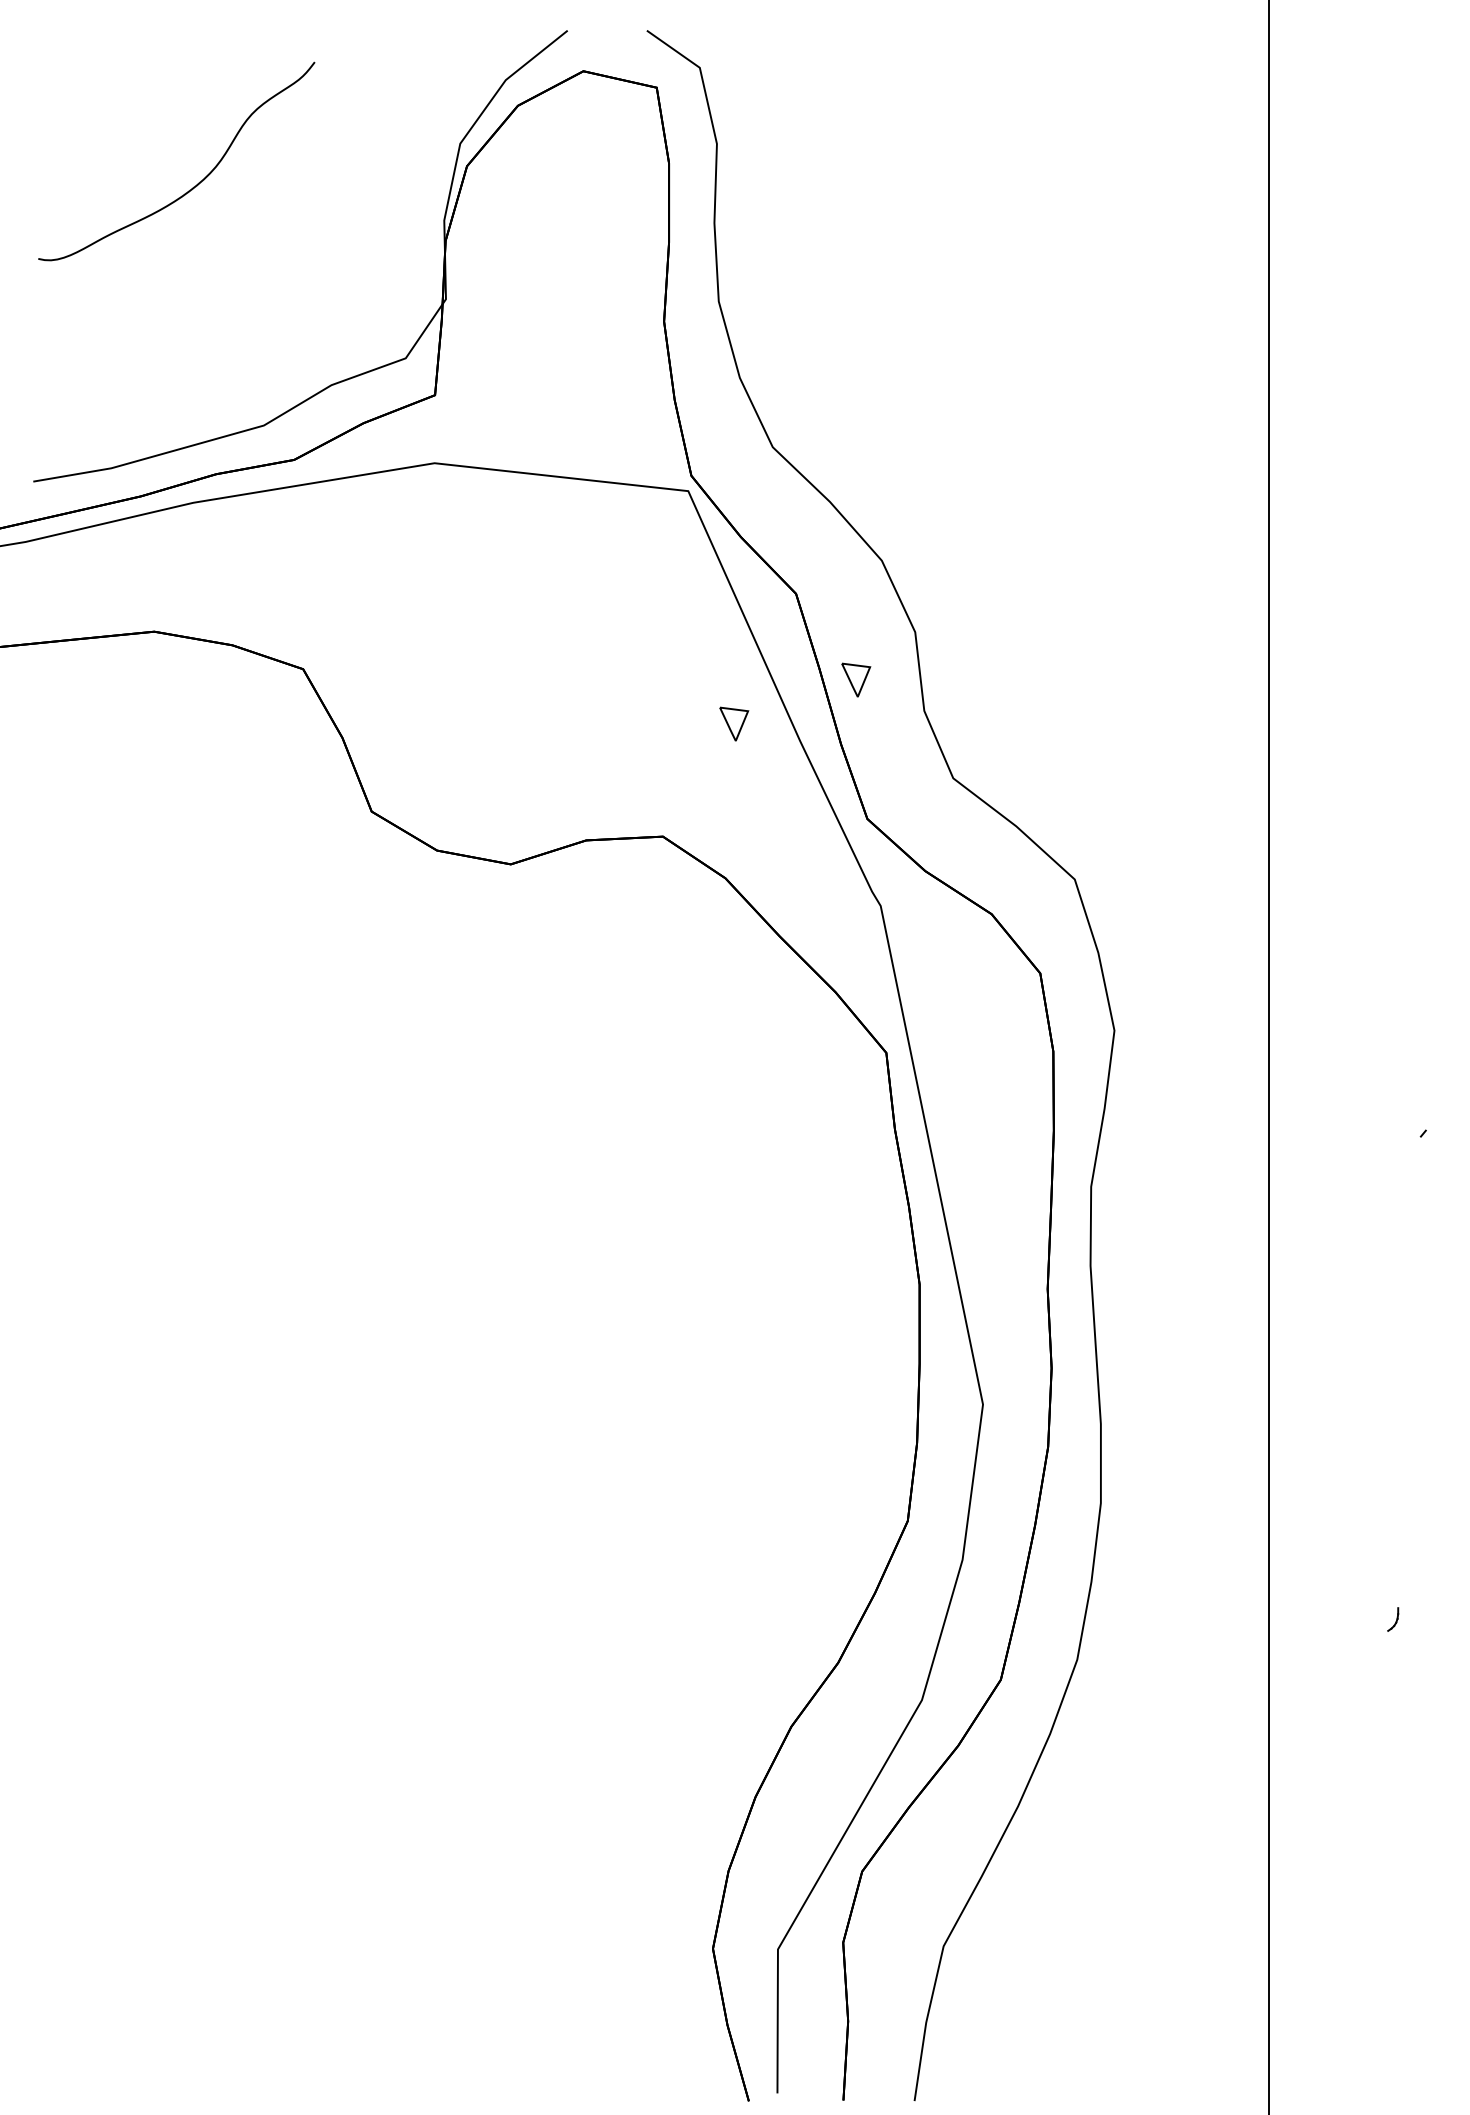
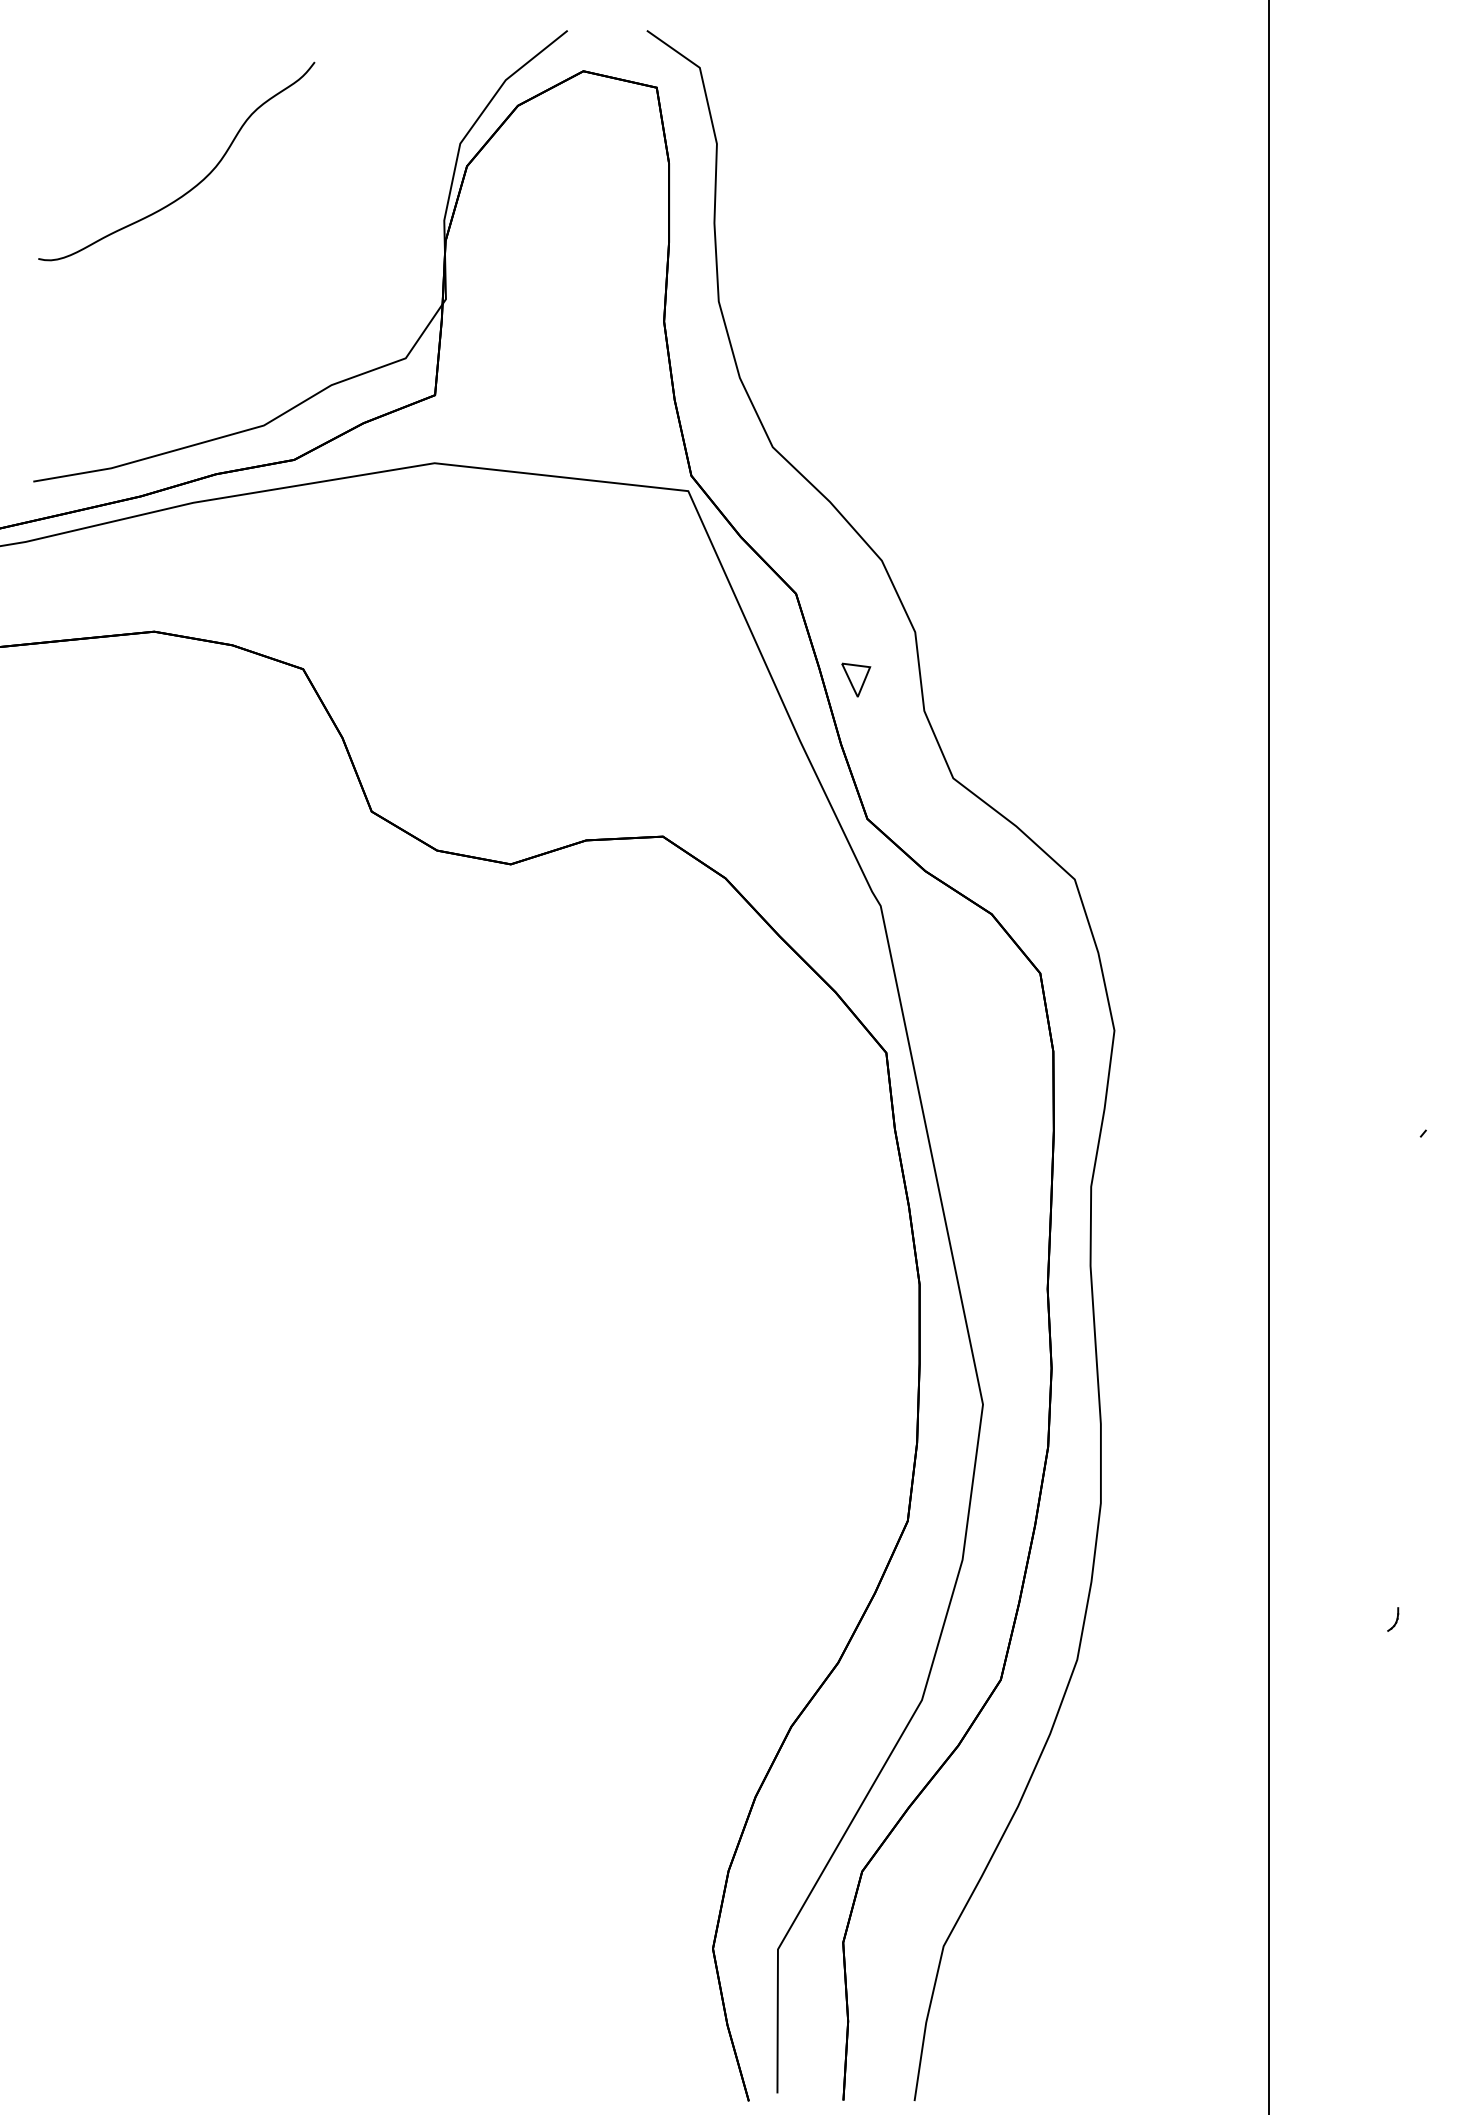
part at (734, 723): present -> none
